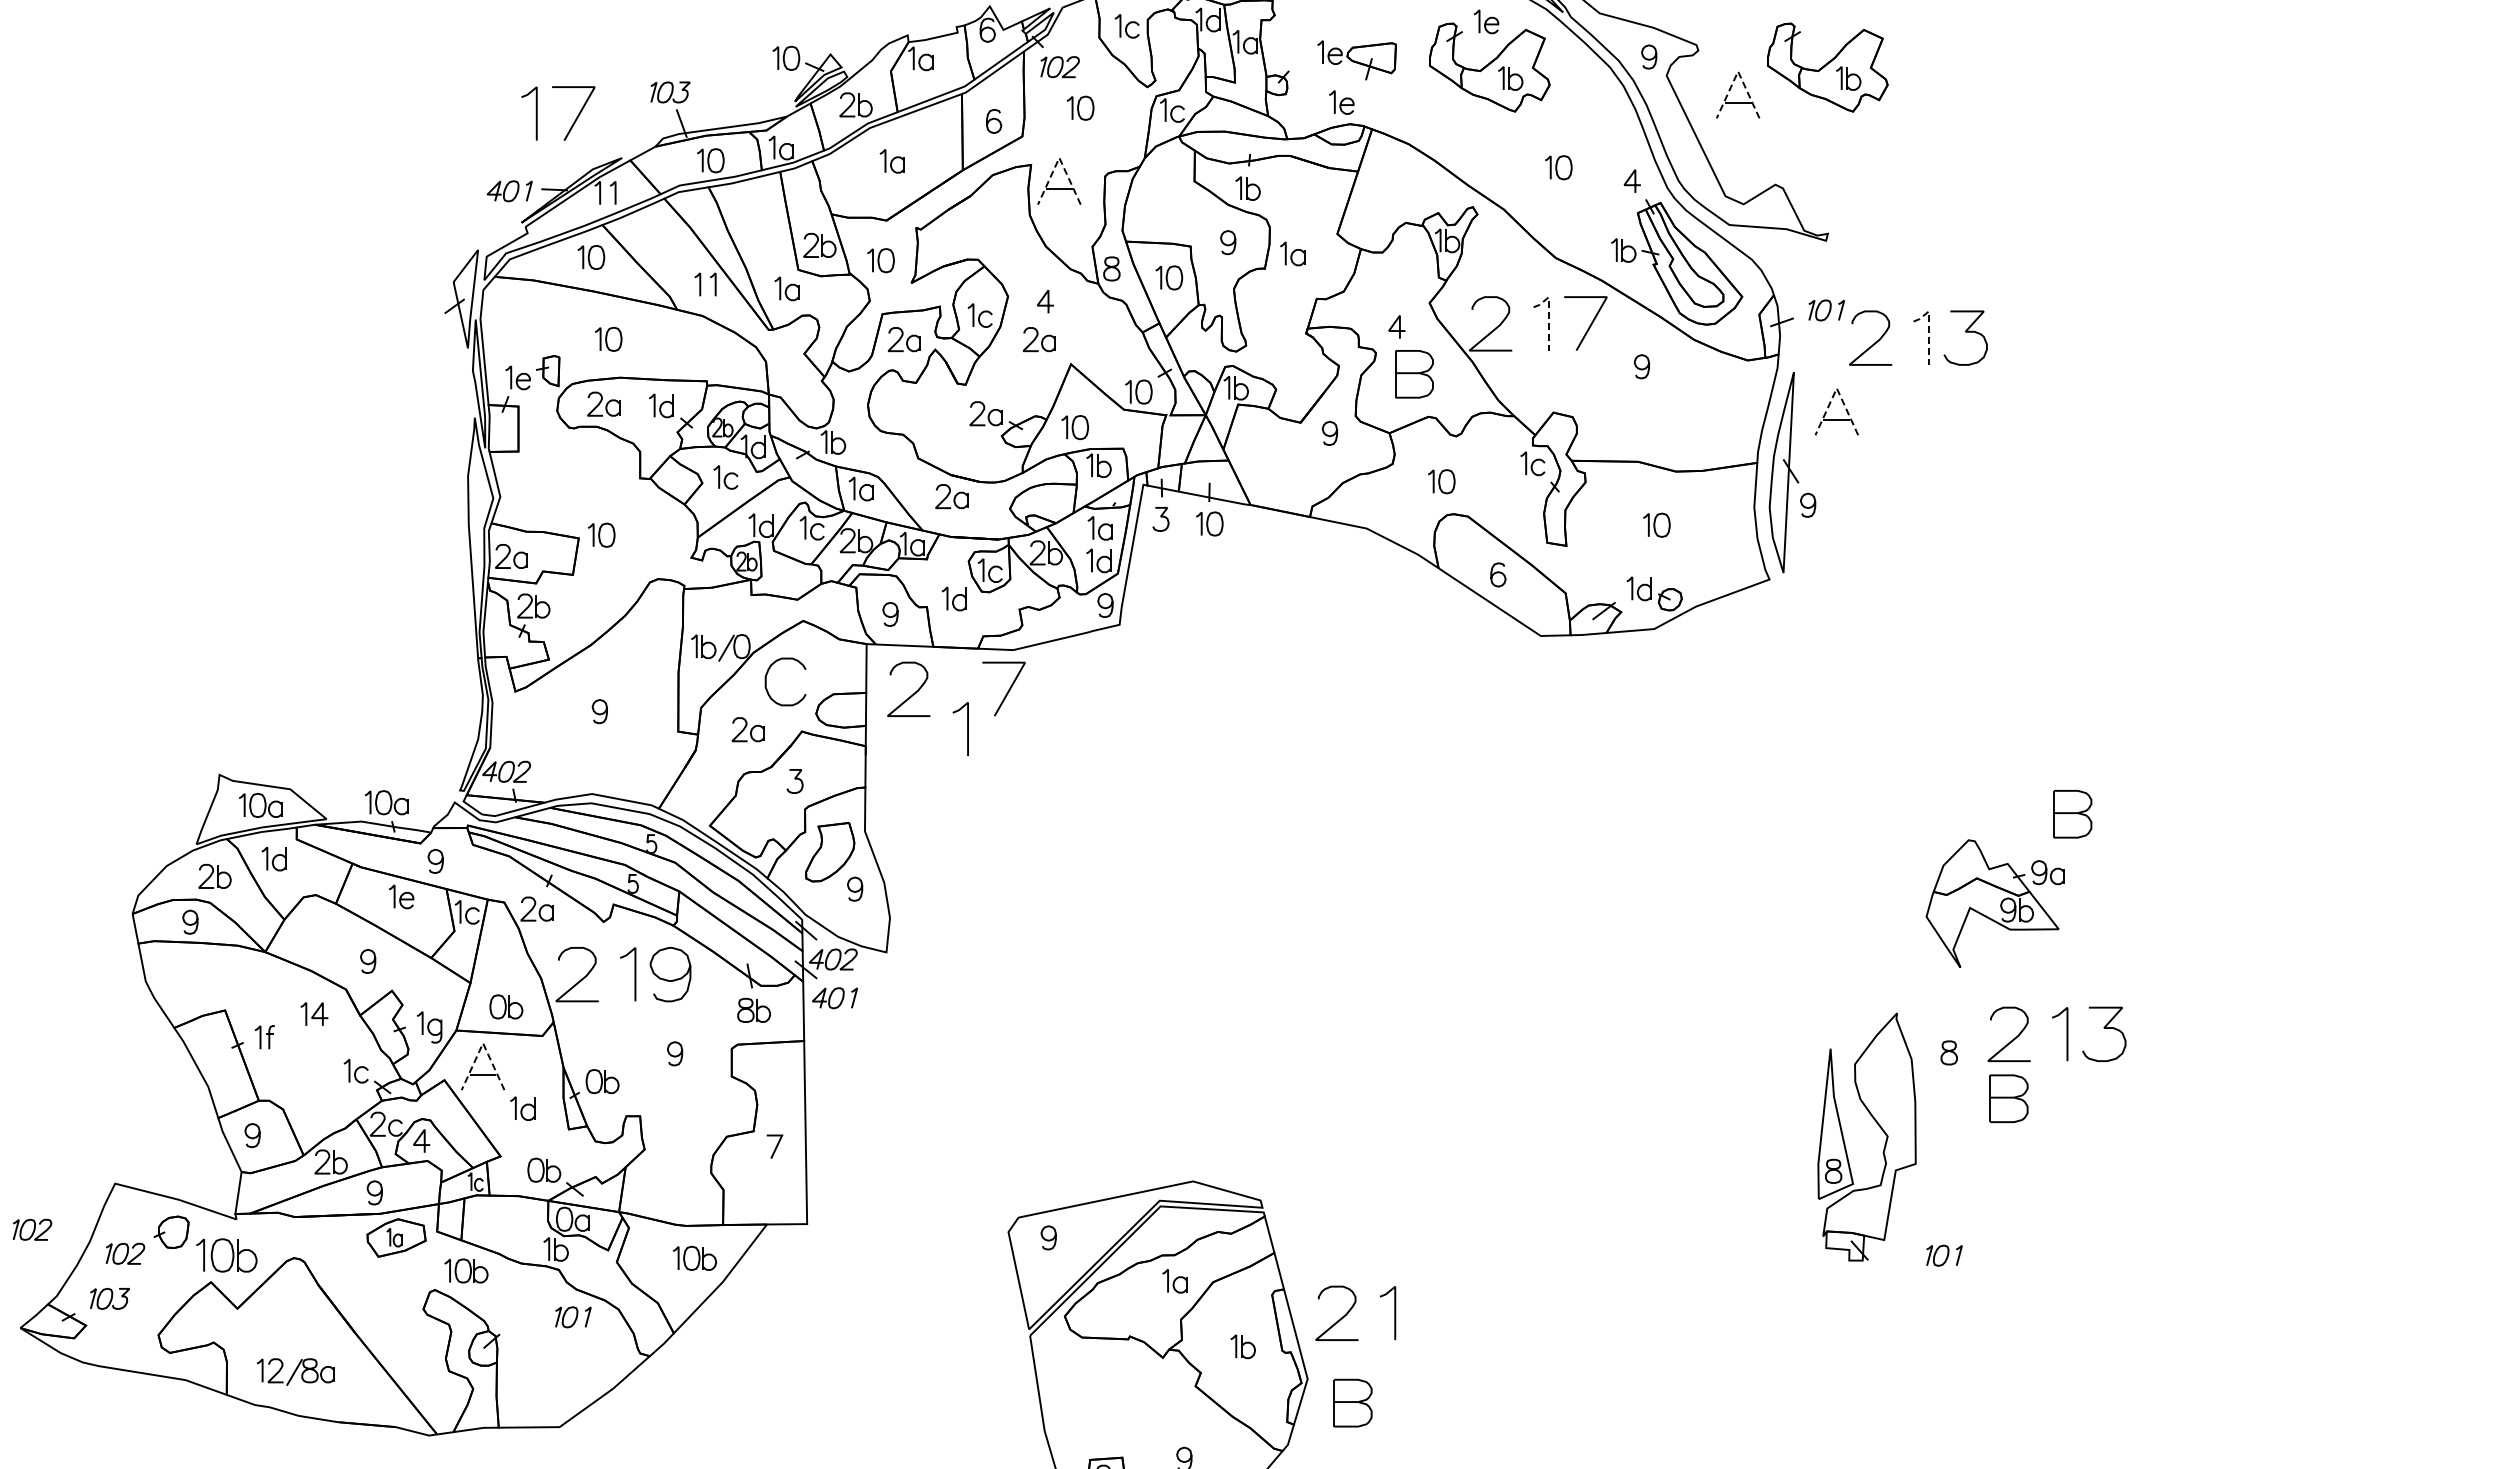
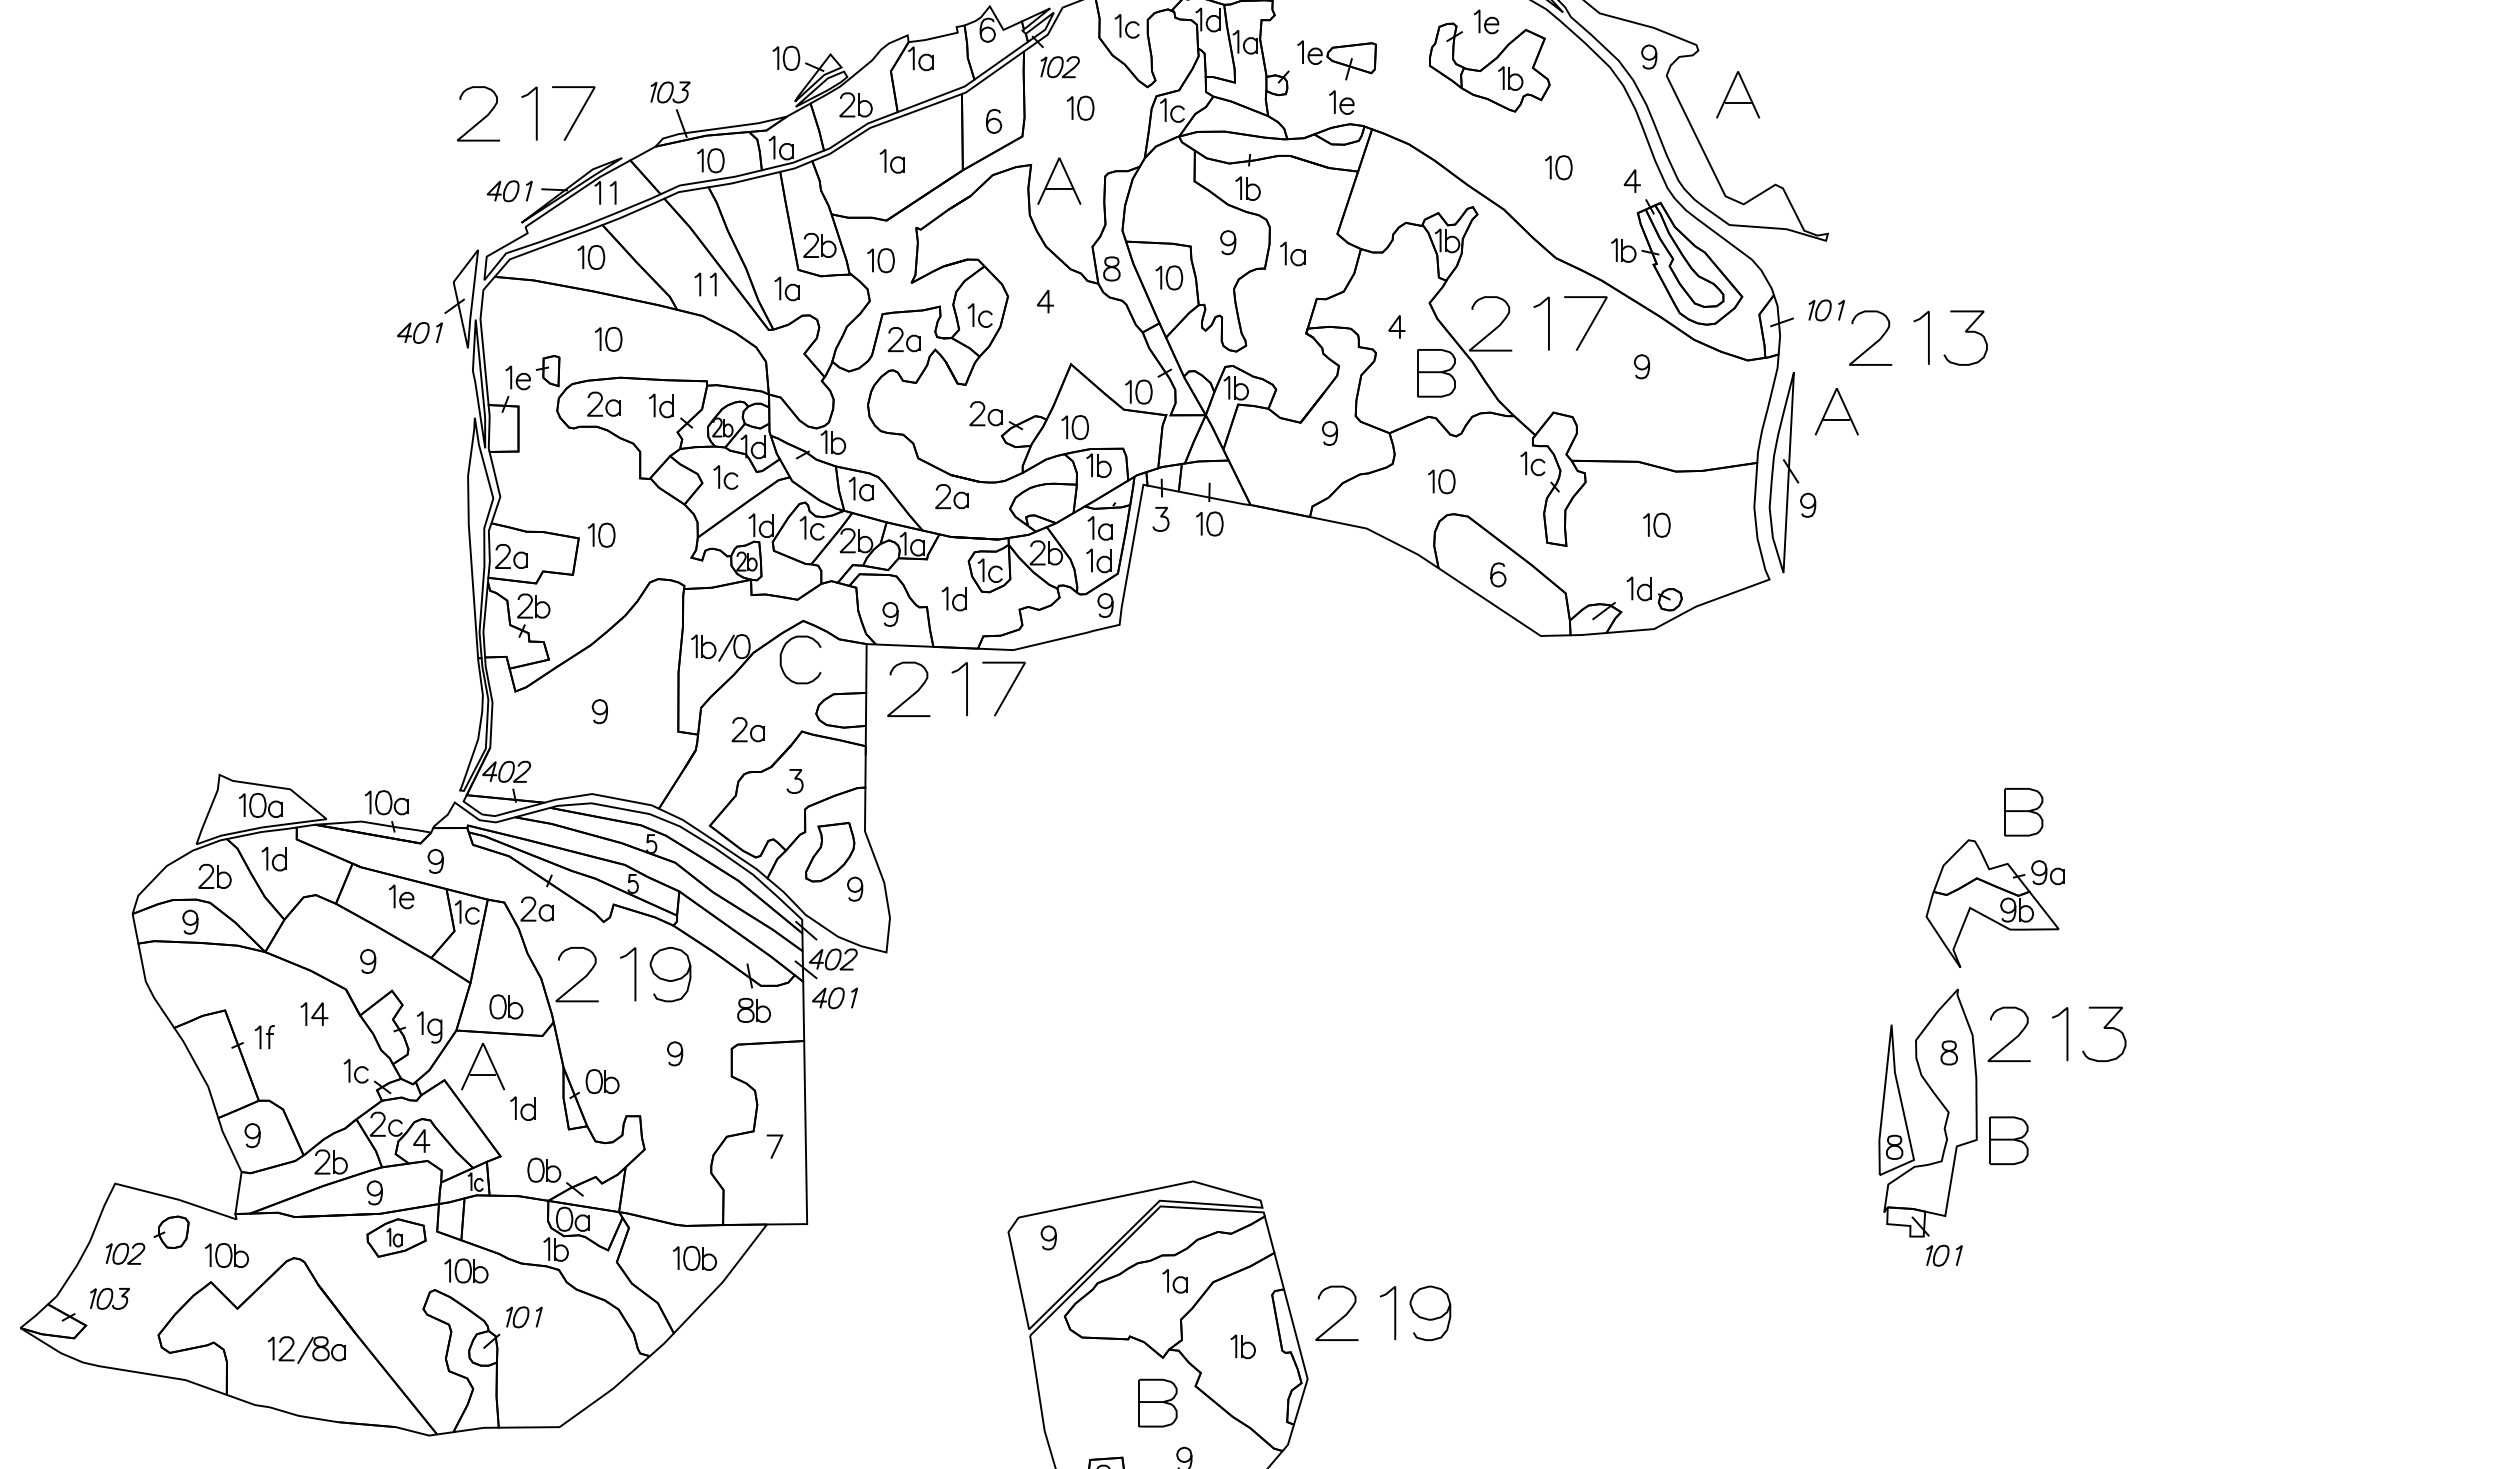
part at (1356, 60) position: (1356, 60) -> (1336, 60)
part at (1827, 67): present -> none
line at (1738, 71): dashed -> solid
curve at (483, 117): none -> present
line at (1059, 157): dashed -> solid
line at (1548, 313): dashed -> solid
line at (1928, 328): dashed -> solid
part at (419, 332): none -> present
part at (1038, 339): present -> none
part at (1414, 374) position: (1414, 374) -> (1436, 373)
line at (1836, 388): dashed -> solid
curve at (767, 675) position: (767, 675) -> (782, 653)
line at (967, 729) position: (967, 729) -> (966, 689)
part at (2072, 814) position: (2072, 814) -> (2023, 812)
line at (483, 1043): dashed -> solid
part at (2008, 1098) position: (2008, 1098) -> (2008, 1140)
part at (1879, 1127) position: (1879, 1127) -> (1940, 1103)
part at (32, 1229): present -> none
part at (226, 1255) size: 62x35 px -> 44x25 px
part at (573, 1317) position: (573, 1317) -> (524, 1317)
curve at (1430, 1318): none -> present
part at (295, 1371) position: (295, 1371) -> (306, 1349)
part at (1352, 1402) position: (1352, 1402) -> (1157, 1402)
